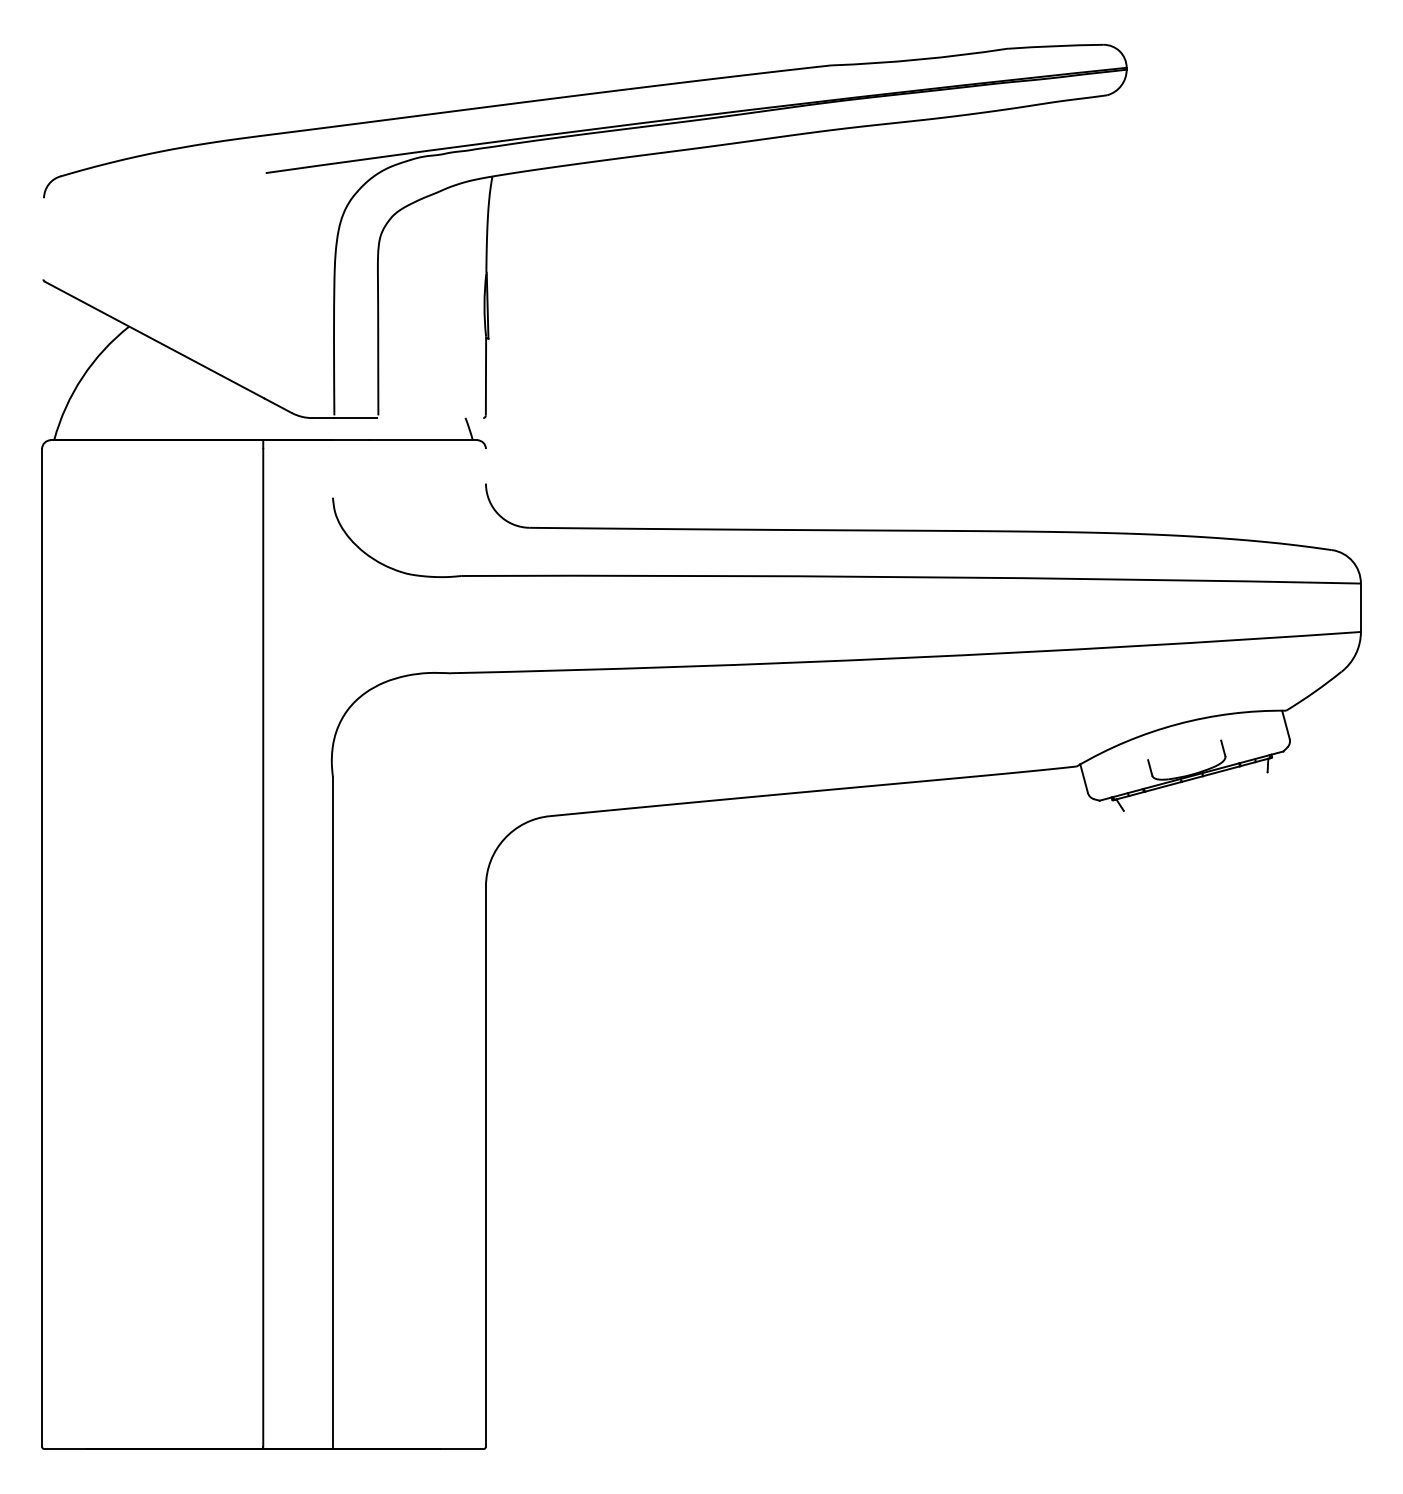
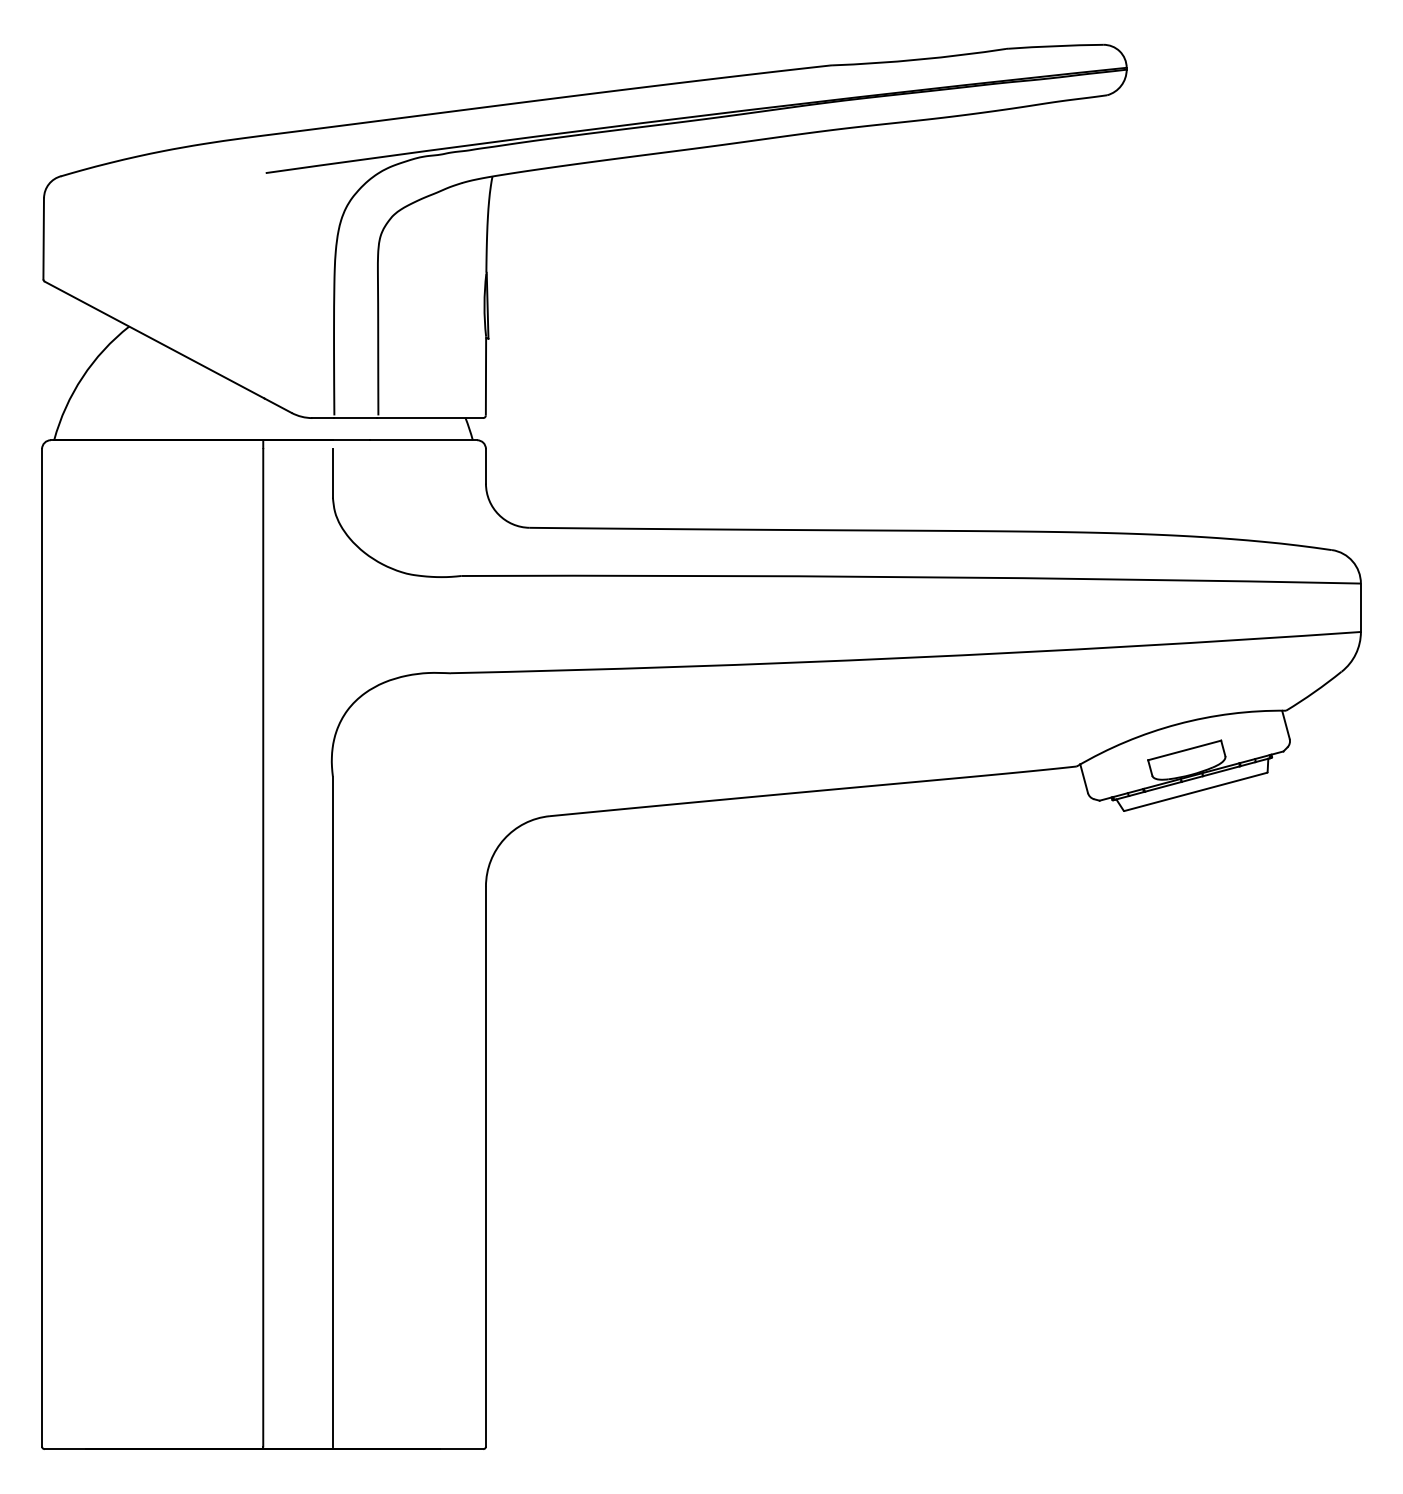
line at (43, 238): none -> present
line at (429, 418): none -> present
line at (485, 466): none -> present
line at (332, 473): none -> present
line at (1184, 750): none -> present
line at (1195, 791): none -> present
